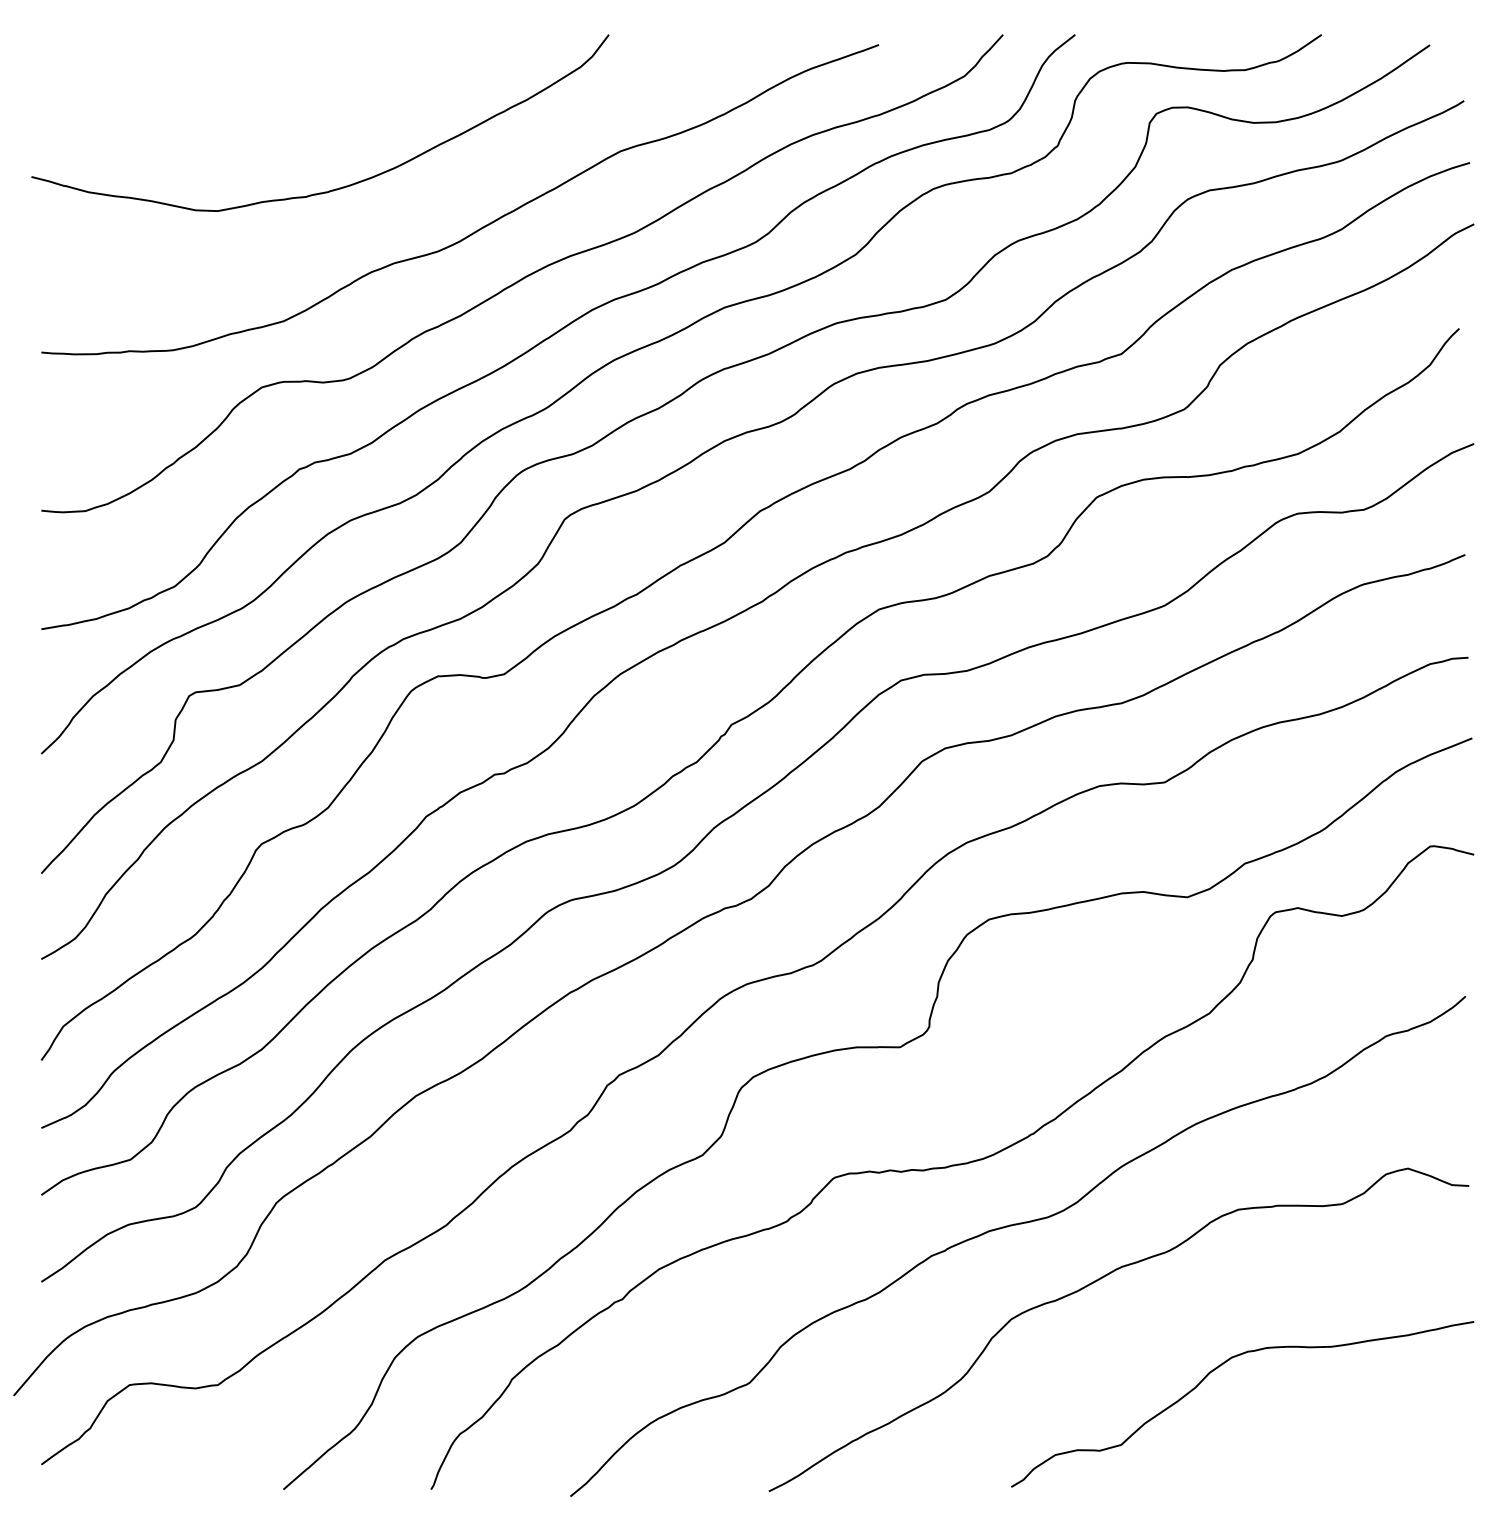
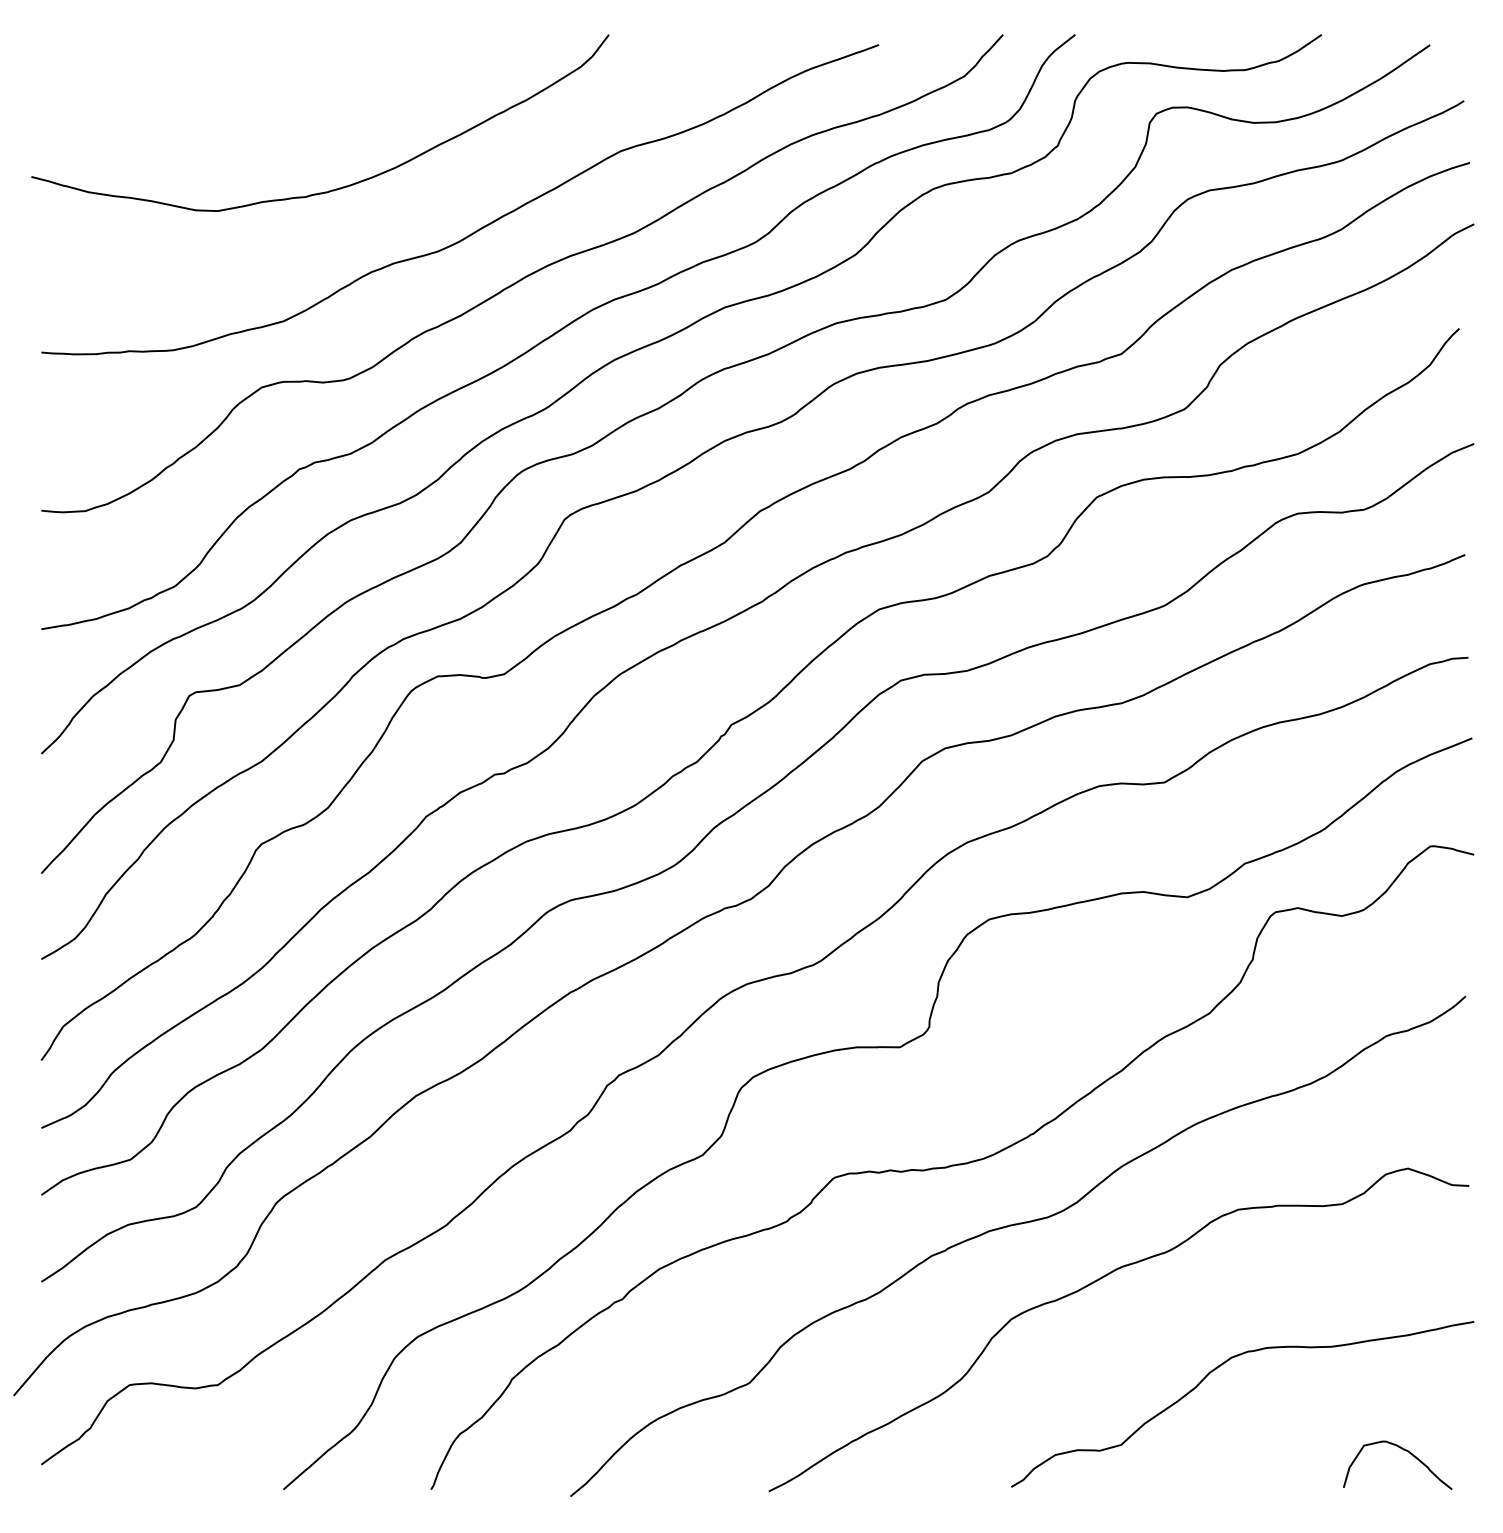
curve at (1403, 1450): none -> present
